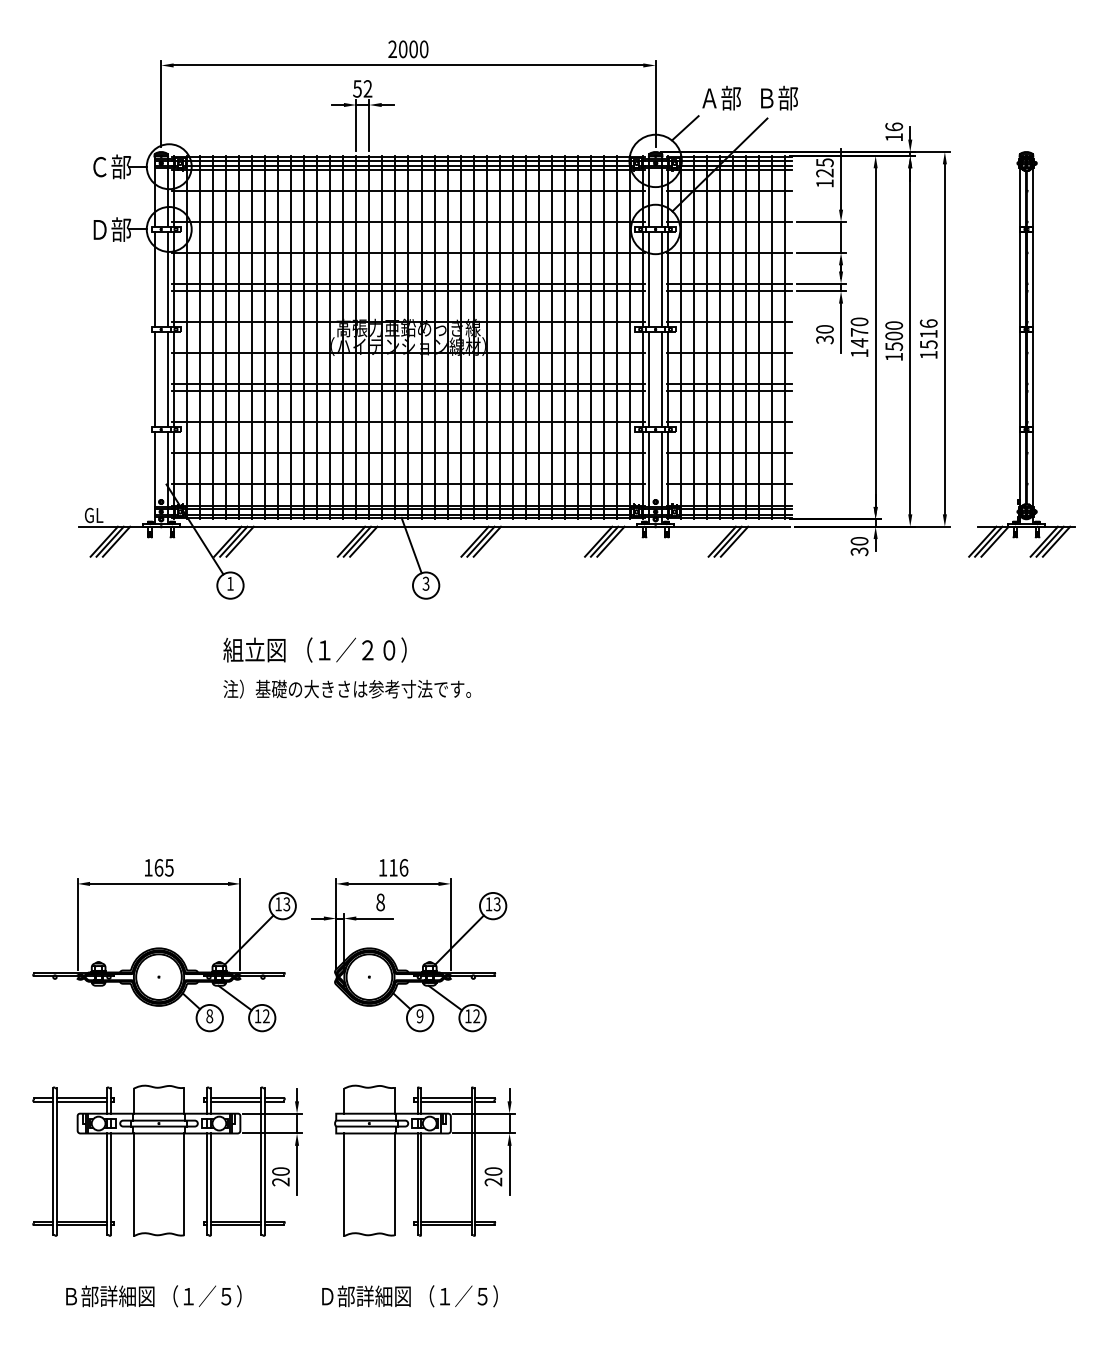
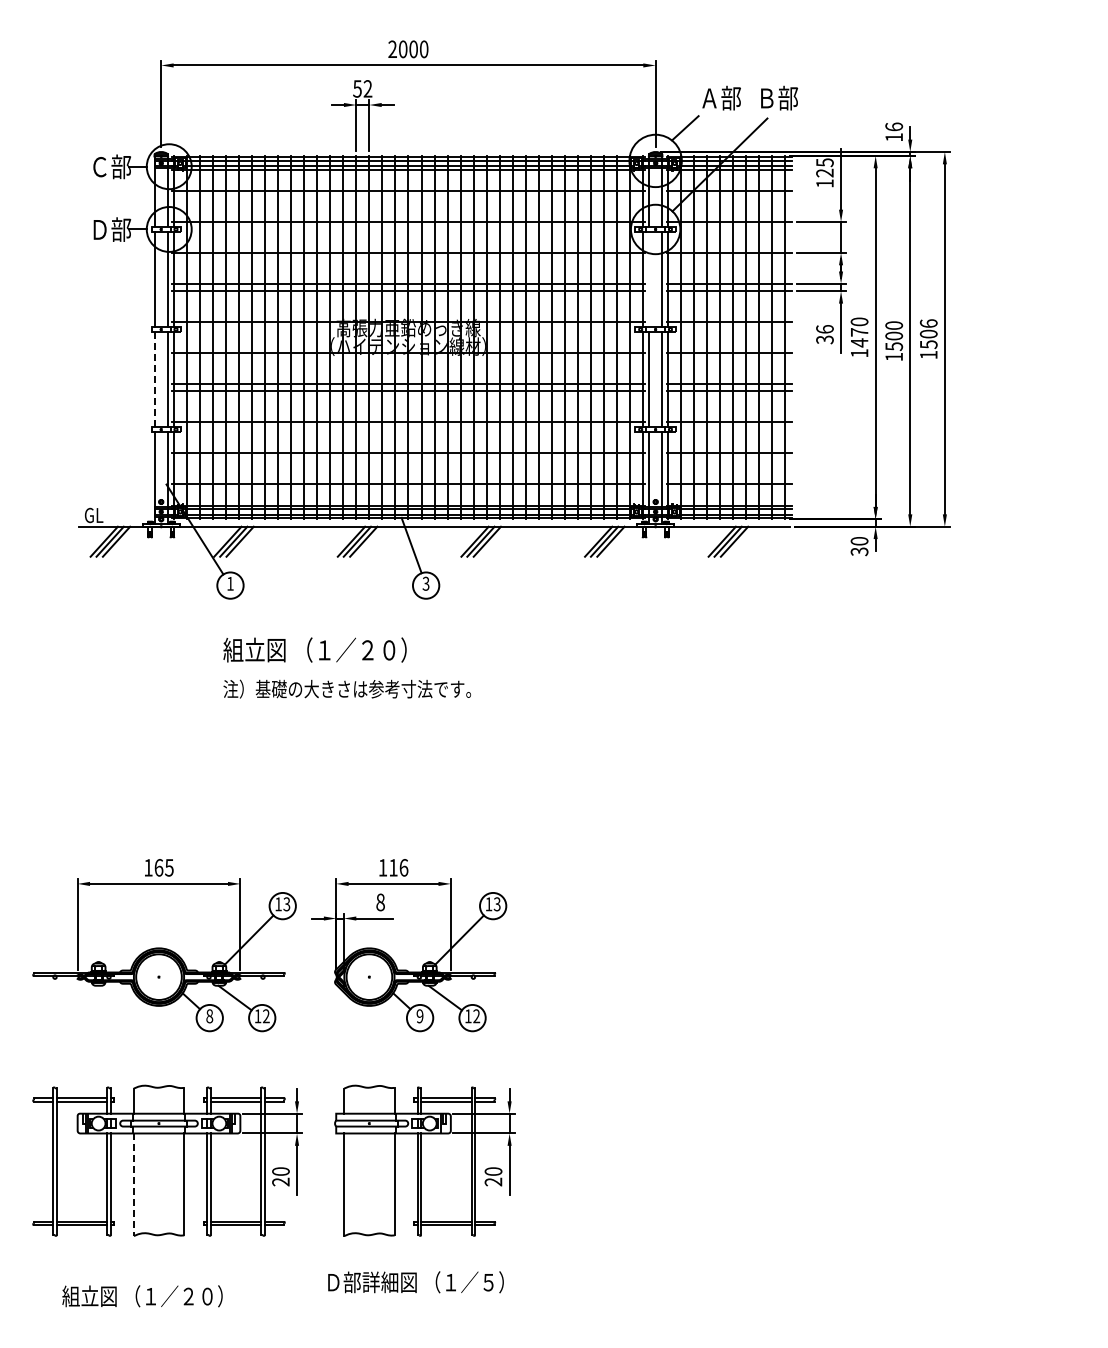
line at (649, 279): present -> none
text at (824, 329): 30 -> 36
text at (928, 333): 1516 -> 1506
part at (1021, 354): present -> none
line at (154, 379): solid -> dashed
line at (133, 1185): solid -> dashed
text at (151, 1296): Ｂ部詳細図 （１／５） -> 組立図 （１／２０）
text at (409, 1296) position: (409, 1296) -> (415, 1282)
